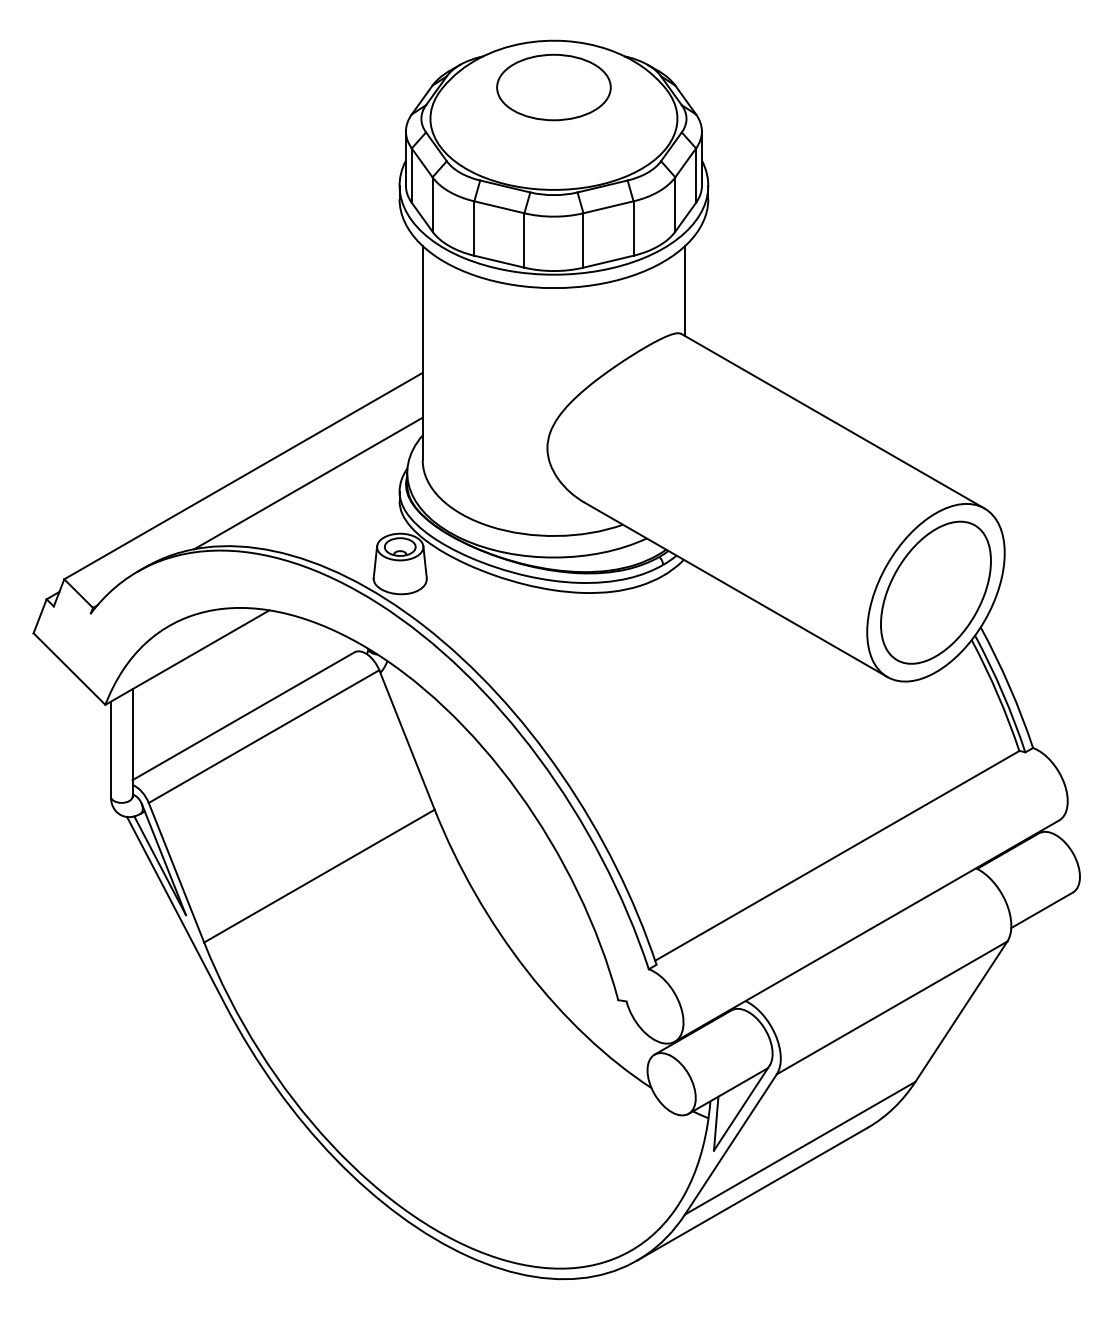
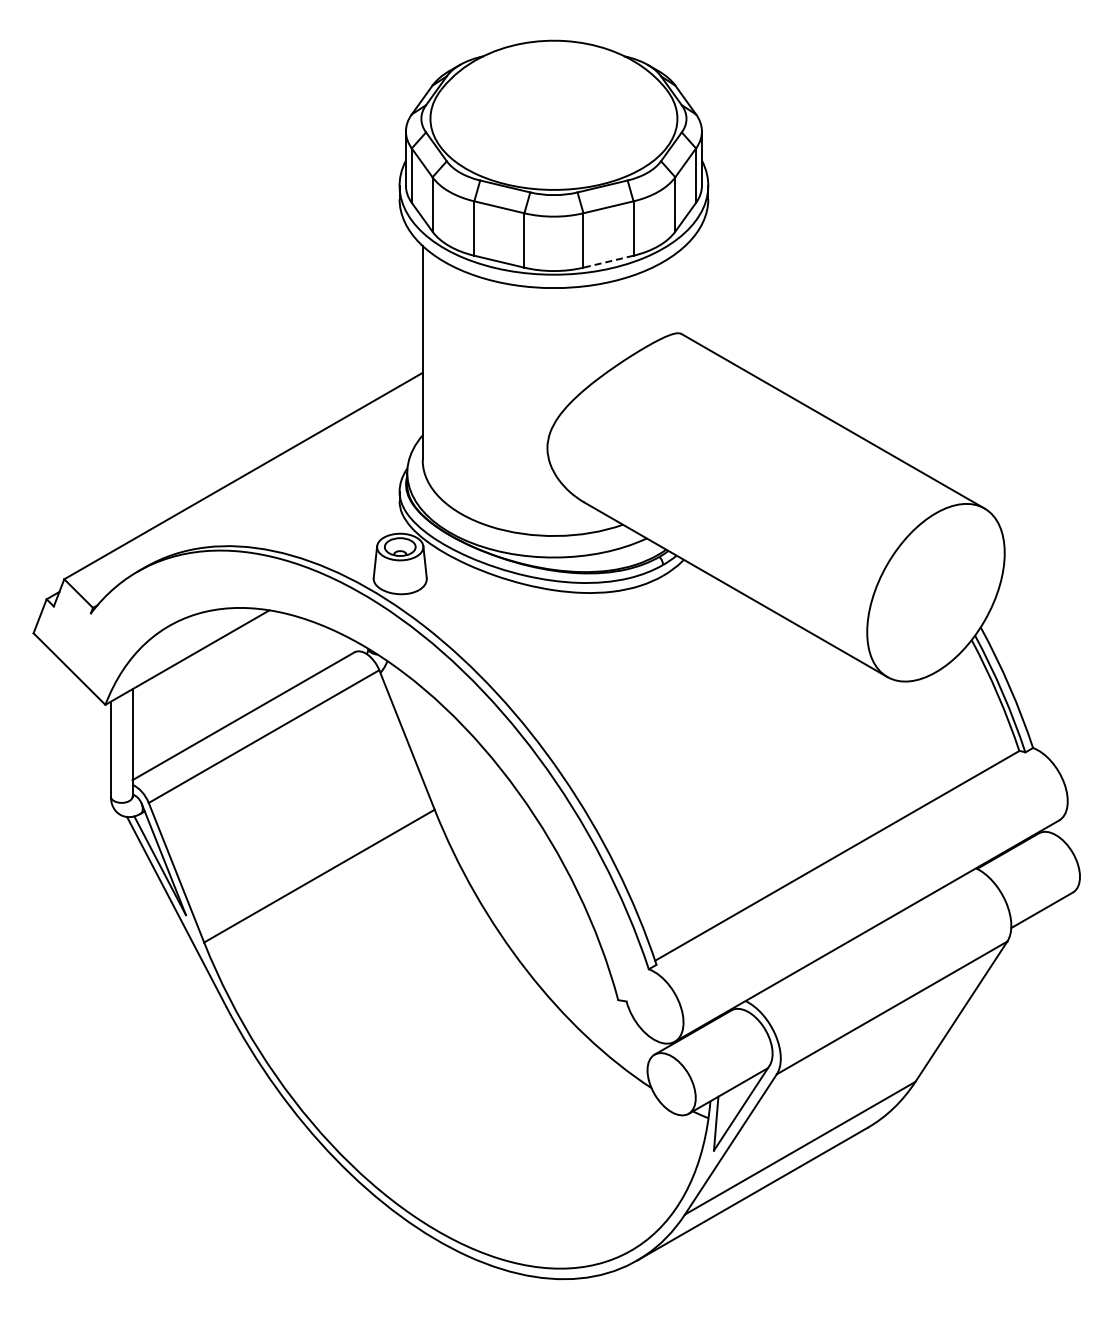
part at (553, 87): present -> none
line at (608, 261): solid -> dashed
line at (685, 291): present -> none
line at (308, 483): present -> none
part at (935, 592): present -> none
